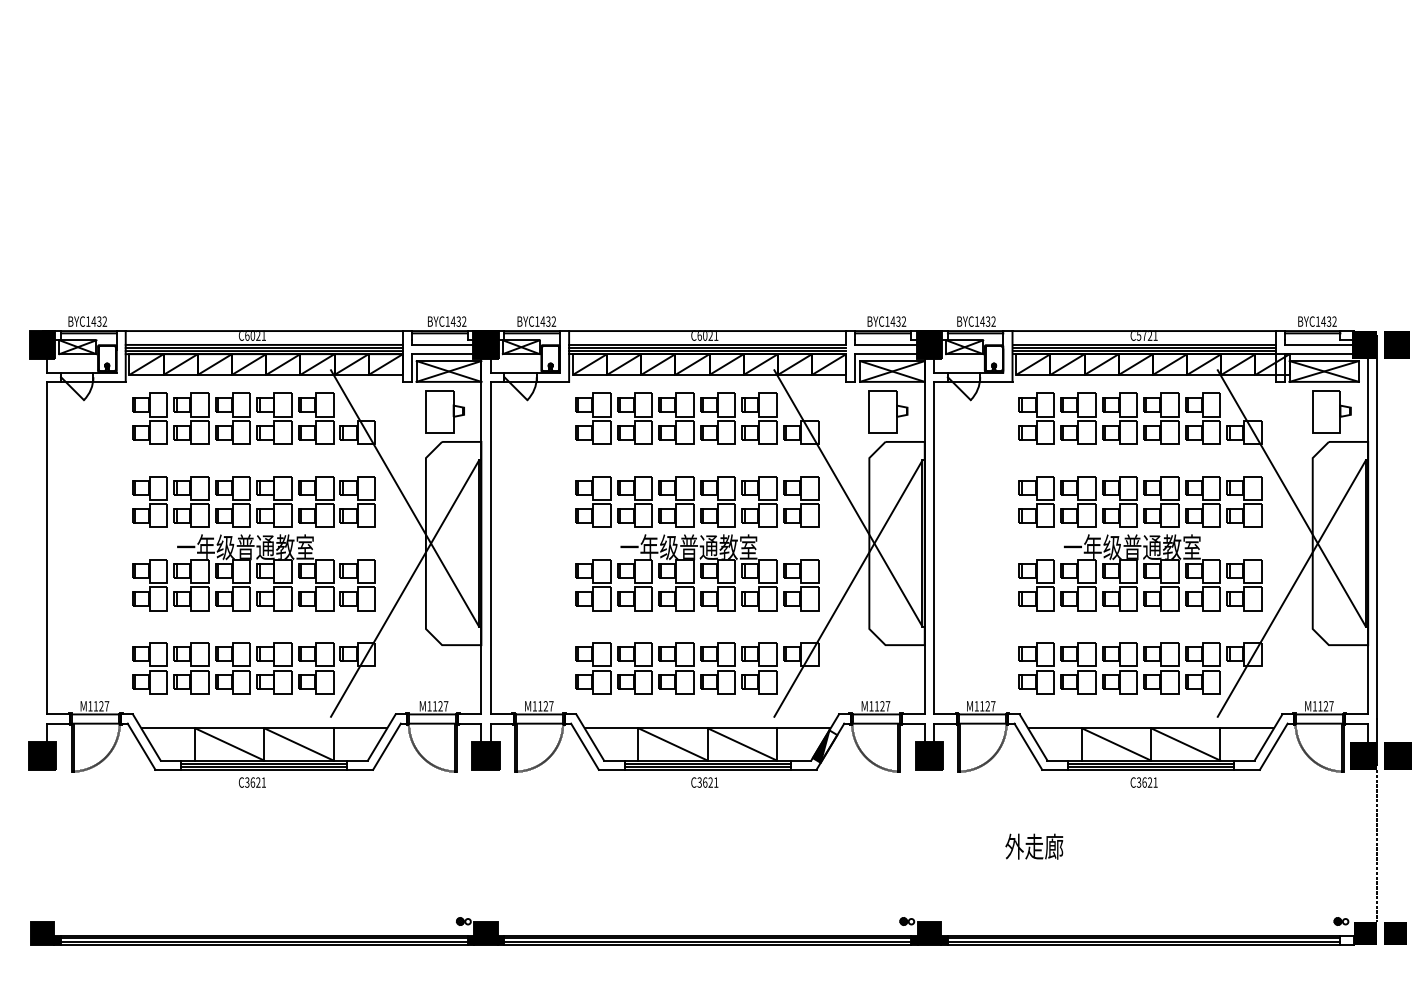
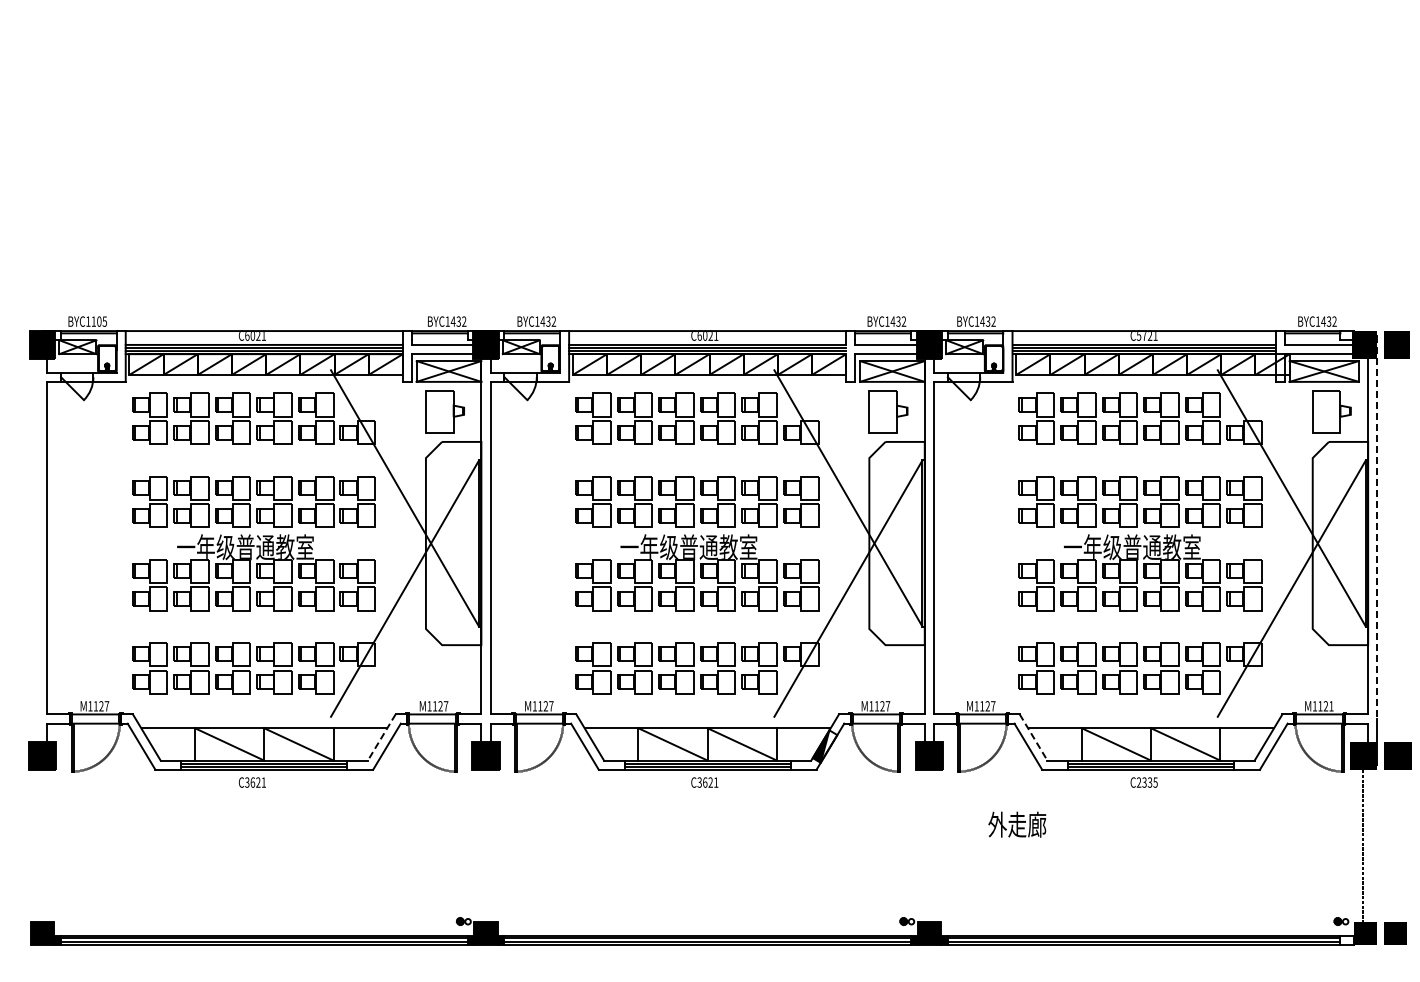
text at (99, 321): BYC1432 -> BYC1105
line at (1377, 527): solid -> dashed
text at (1331, 706): M1127 -> M1121
line at (381, 737): solid -> dashed
line at (1033, 737): solid -> dashed
text at (1146, 782): C3621 -> C2335
line at (1377, 845) position: (1377, 845) -> (1363, 845)
text at (1034, 846) position: (1034, 846) -> (1017, 824)
